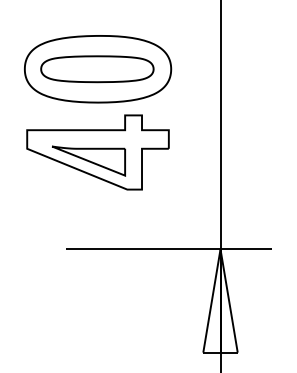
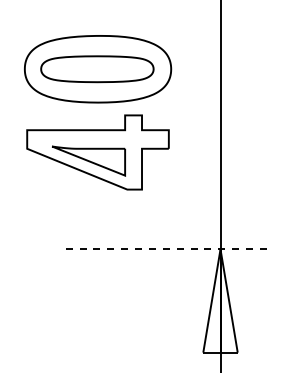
line at (169, 249): solid -> dashed
